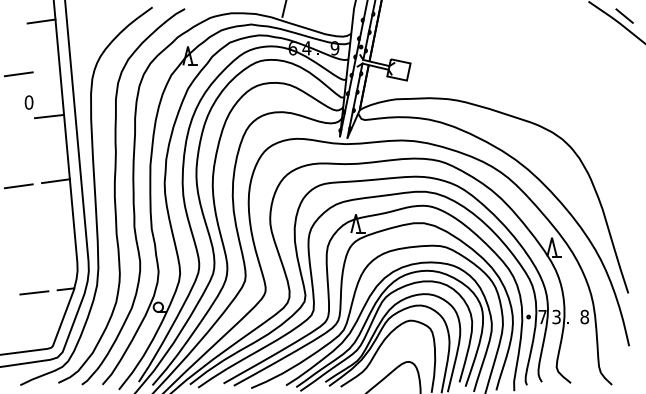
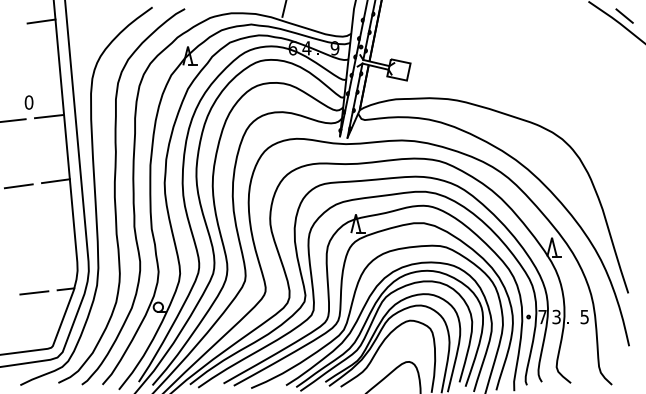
line at (18, 74): present -> none
line at (13, 120): none -> present
text at (584, 316): 8 -> 5
